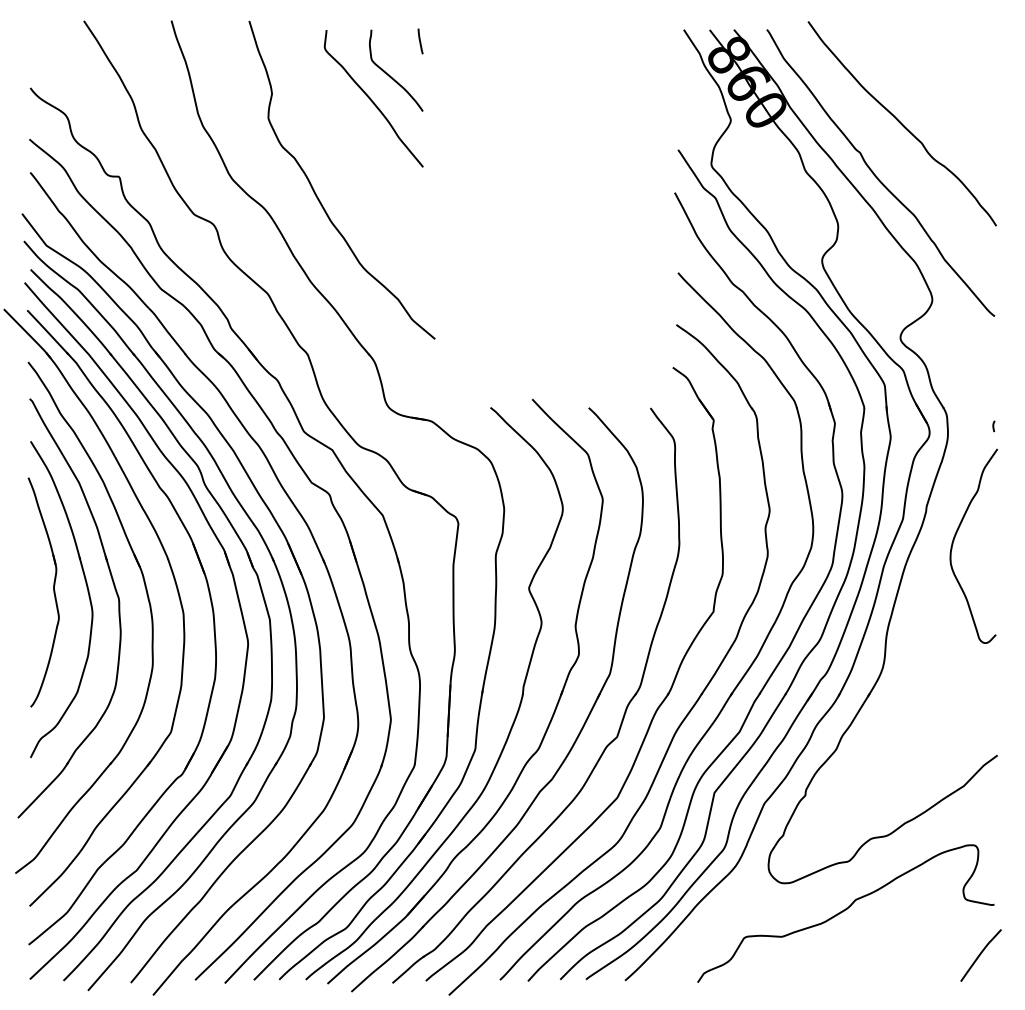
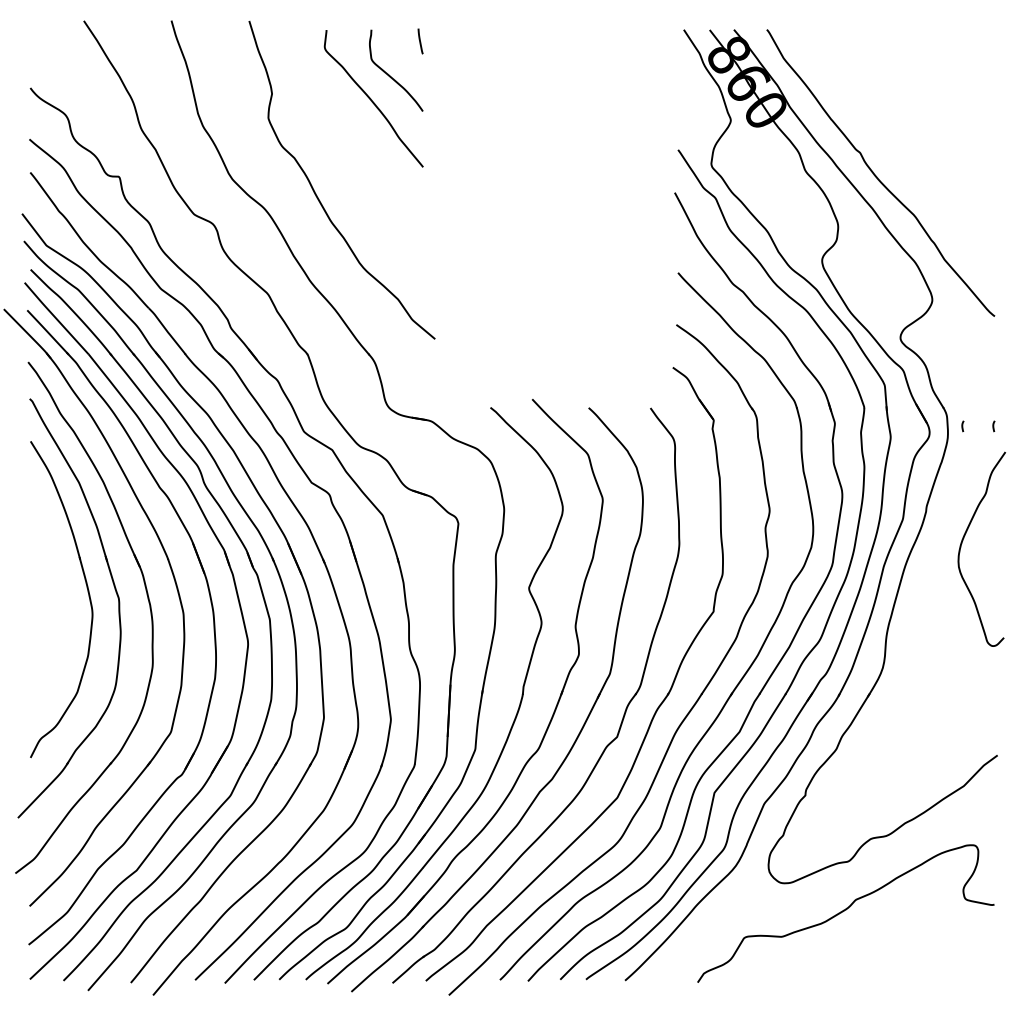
curve at (901, 123): present -> none
curve at (962, 426): none -> present
curve at (954, 540) position: (954, 540) -> (962, 543)
part at (53, 592): present -> none
curve at (980, 955): present -> none
